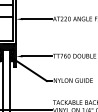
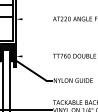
line at (37, 19): present -> none
line at (37, 56): present -> none
